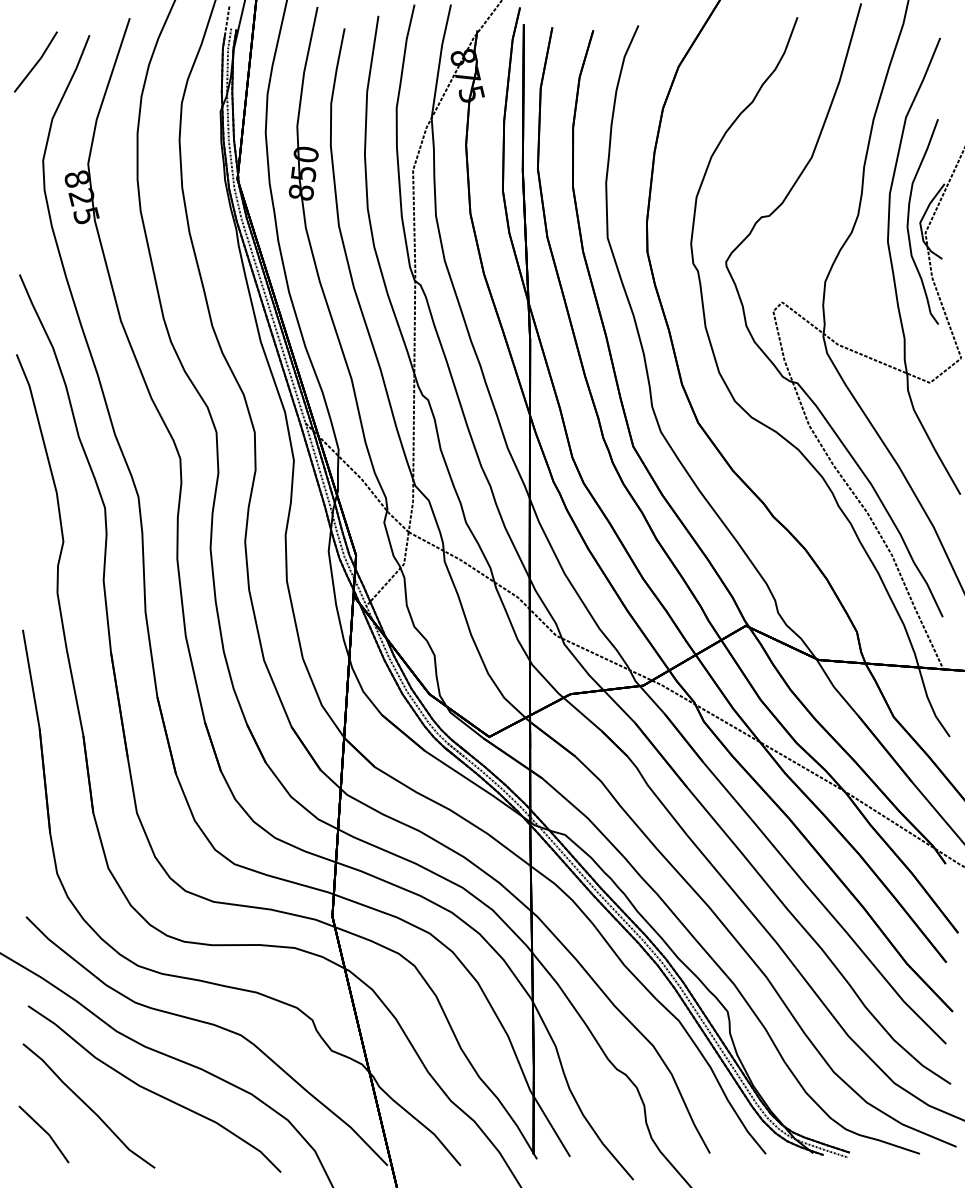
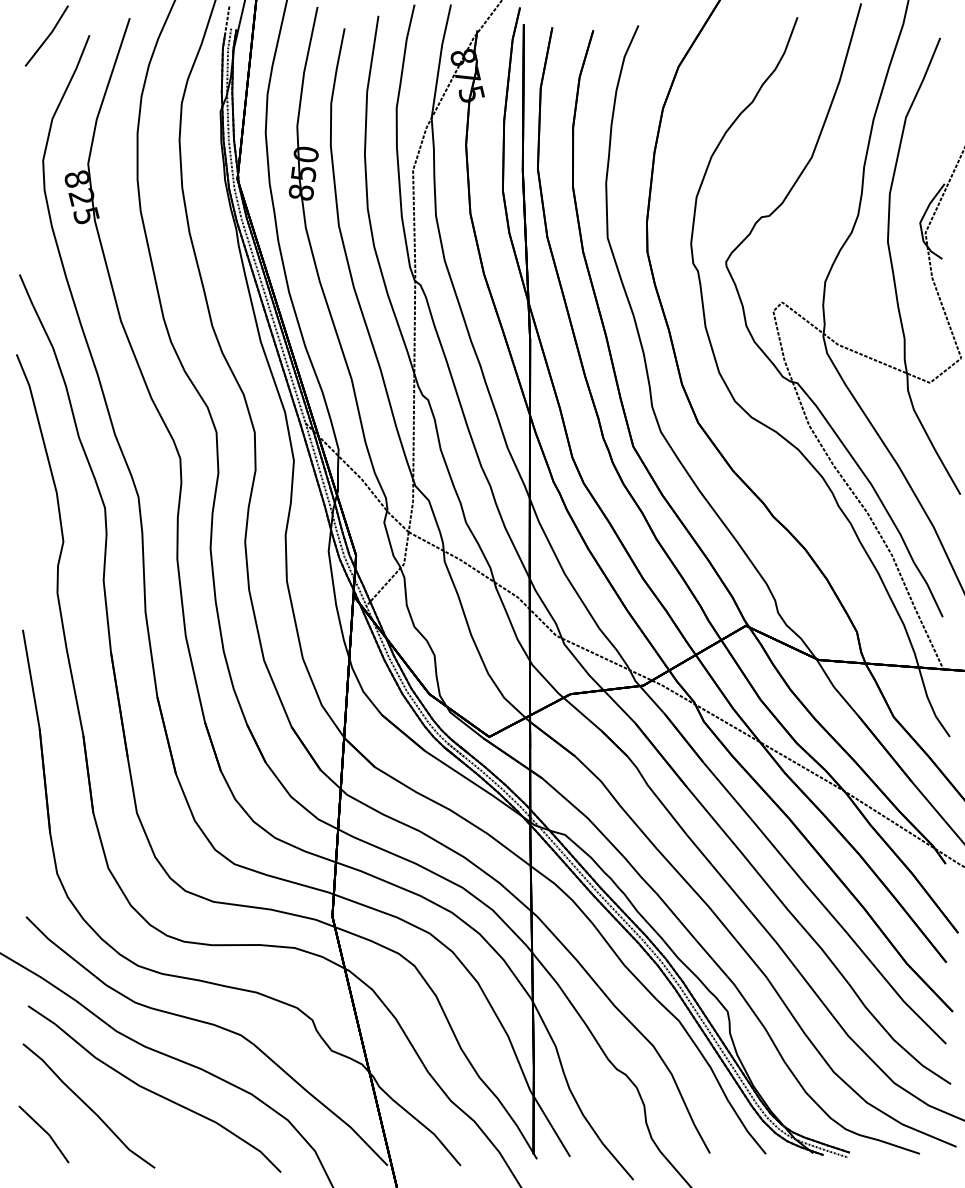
line at (36, 62) position: (36, 62) -> (47, 36)
part at (909, 217): present -> none
